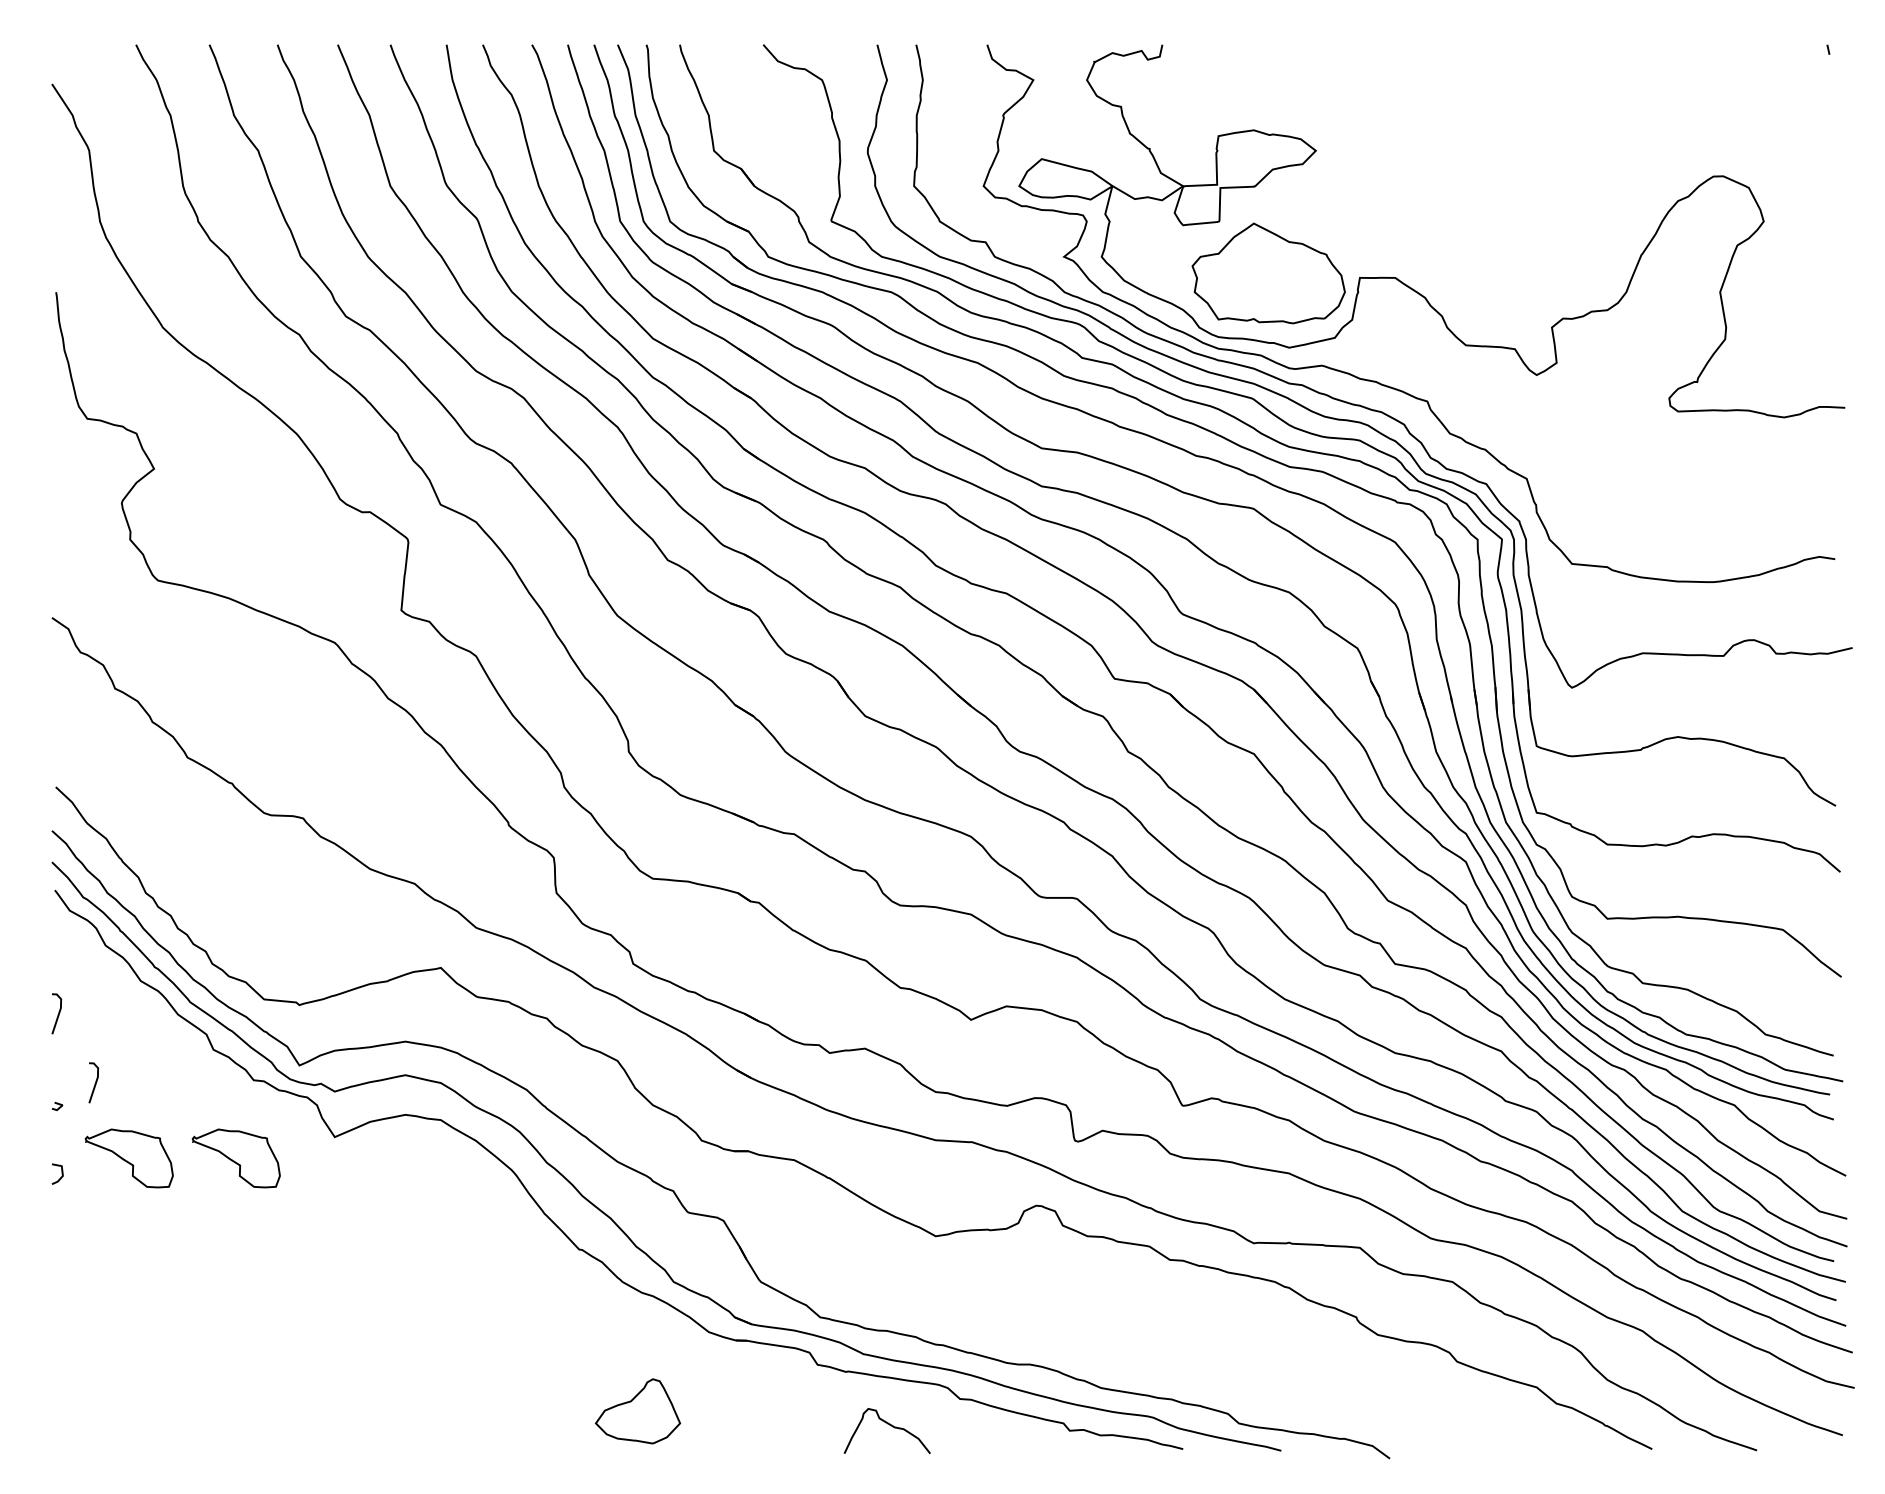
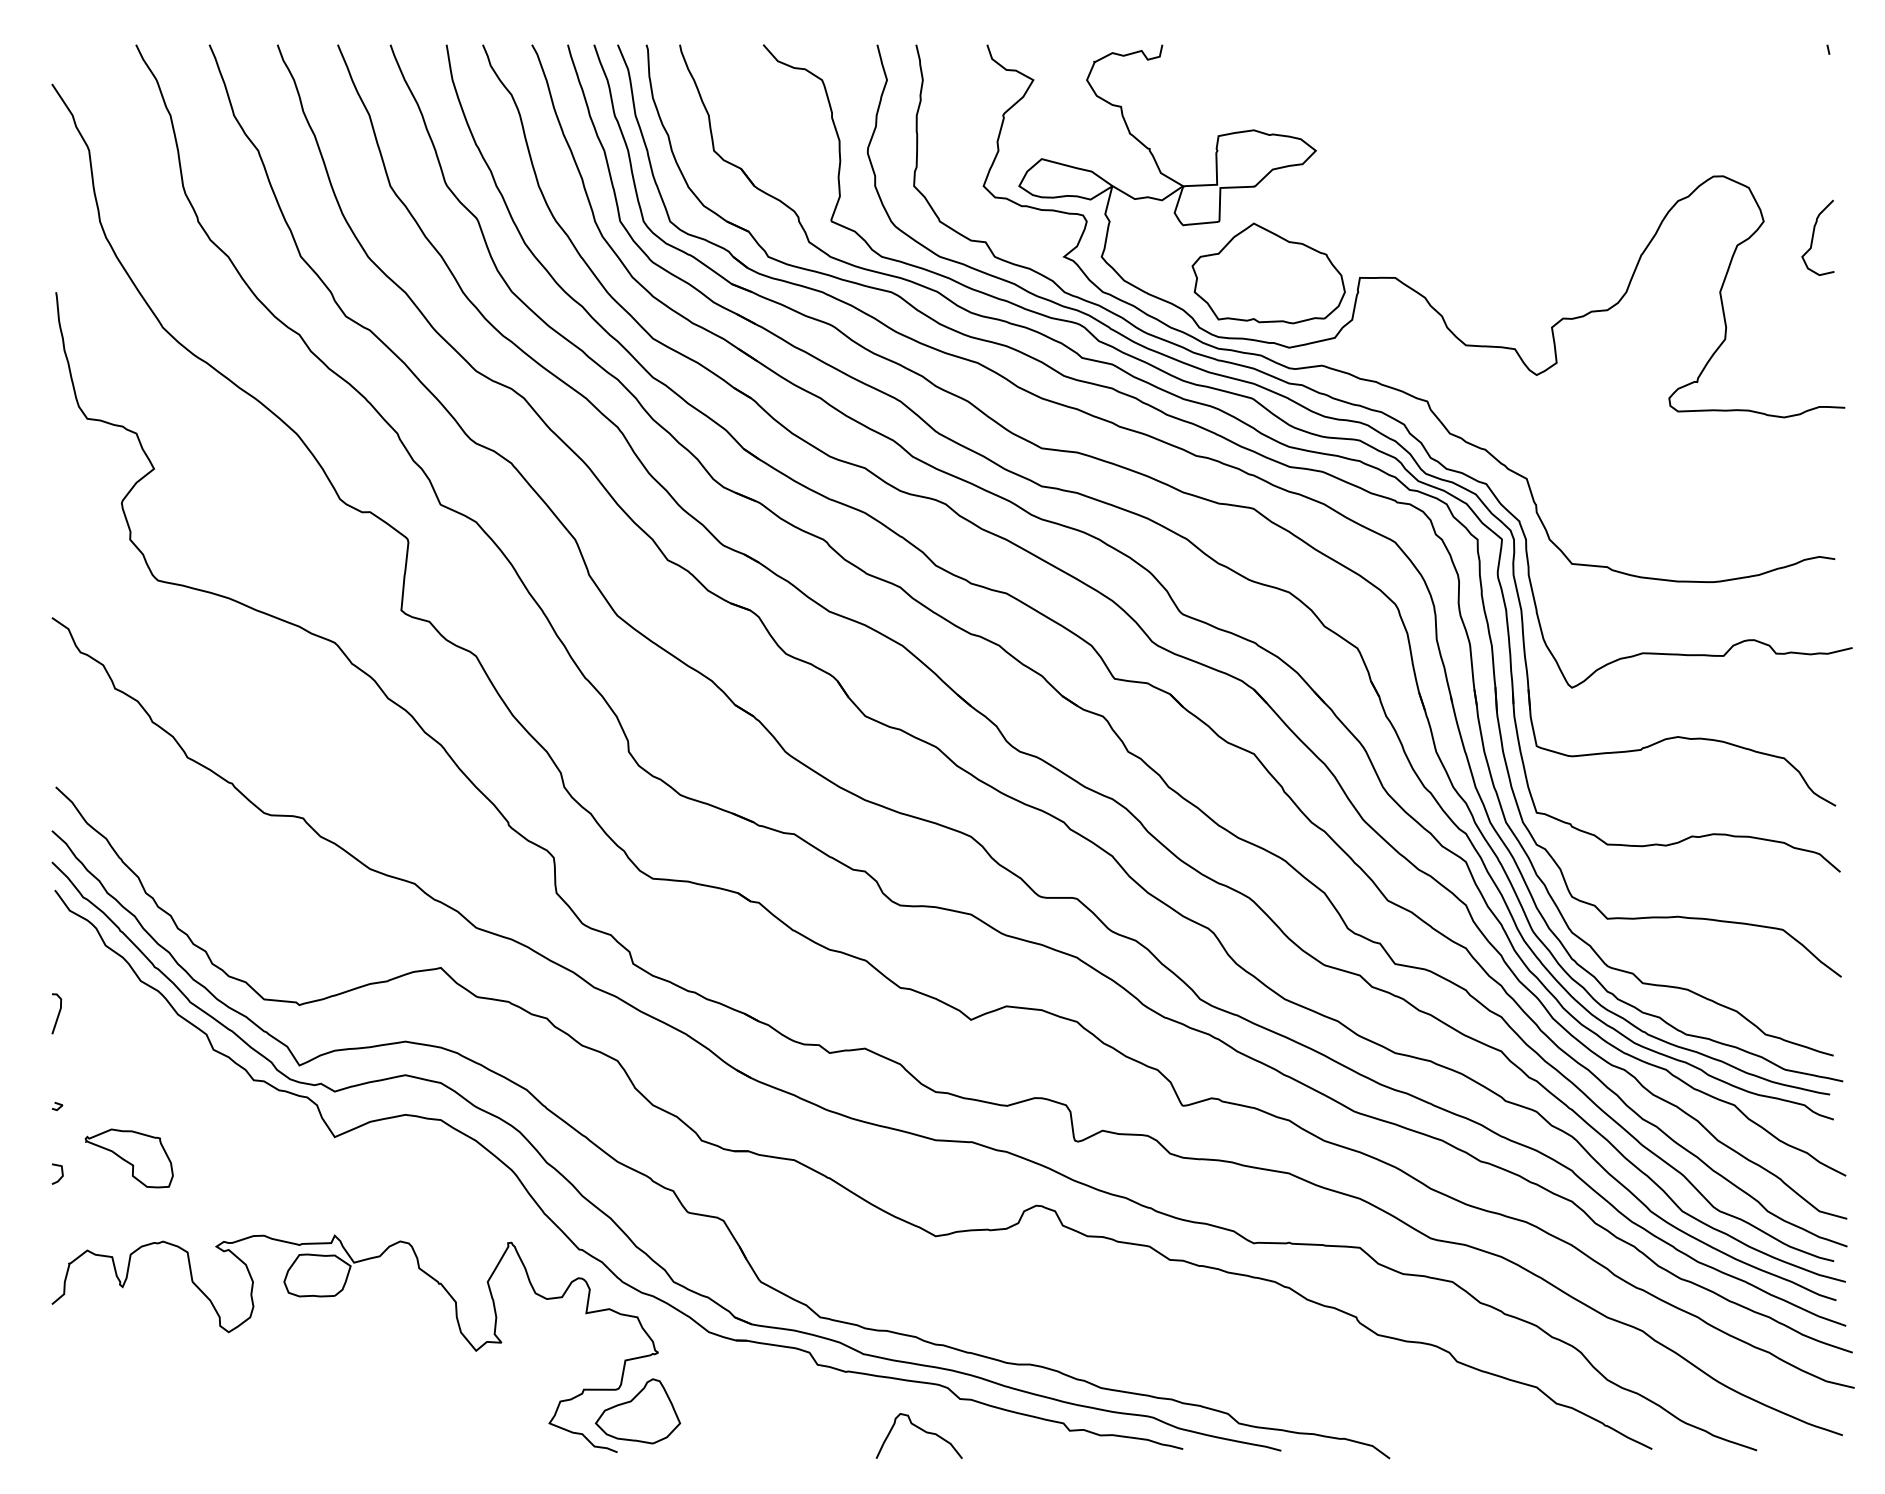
curve at (1813, 238): none -> present
line at (94, 1083): present -> none
part at (235, 1158): present -> none
part at (335, 1296): none -> present
curve at (889, 1425) position: (889, 1425) -> (921, 1430)
